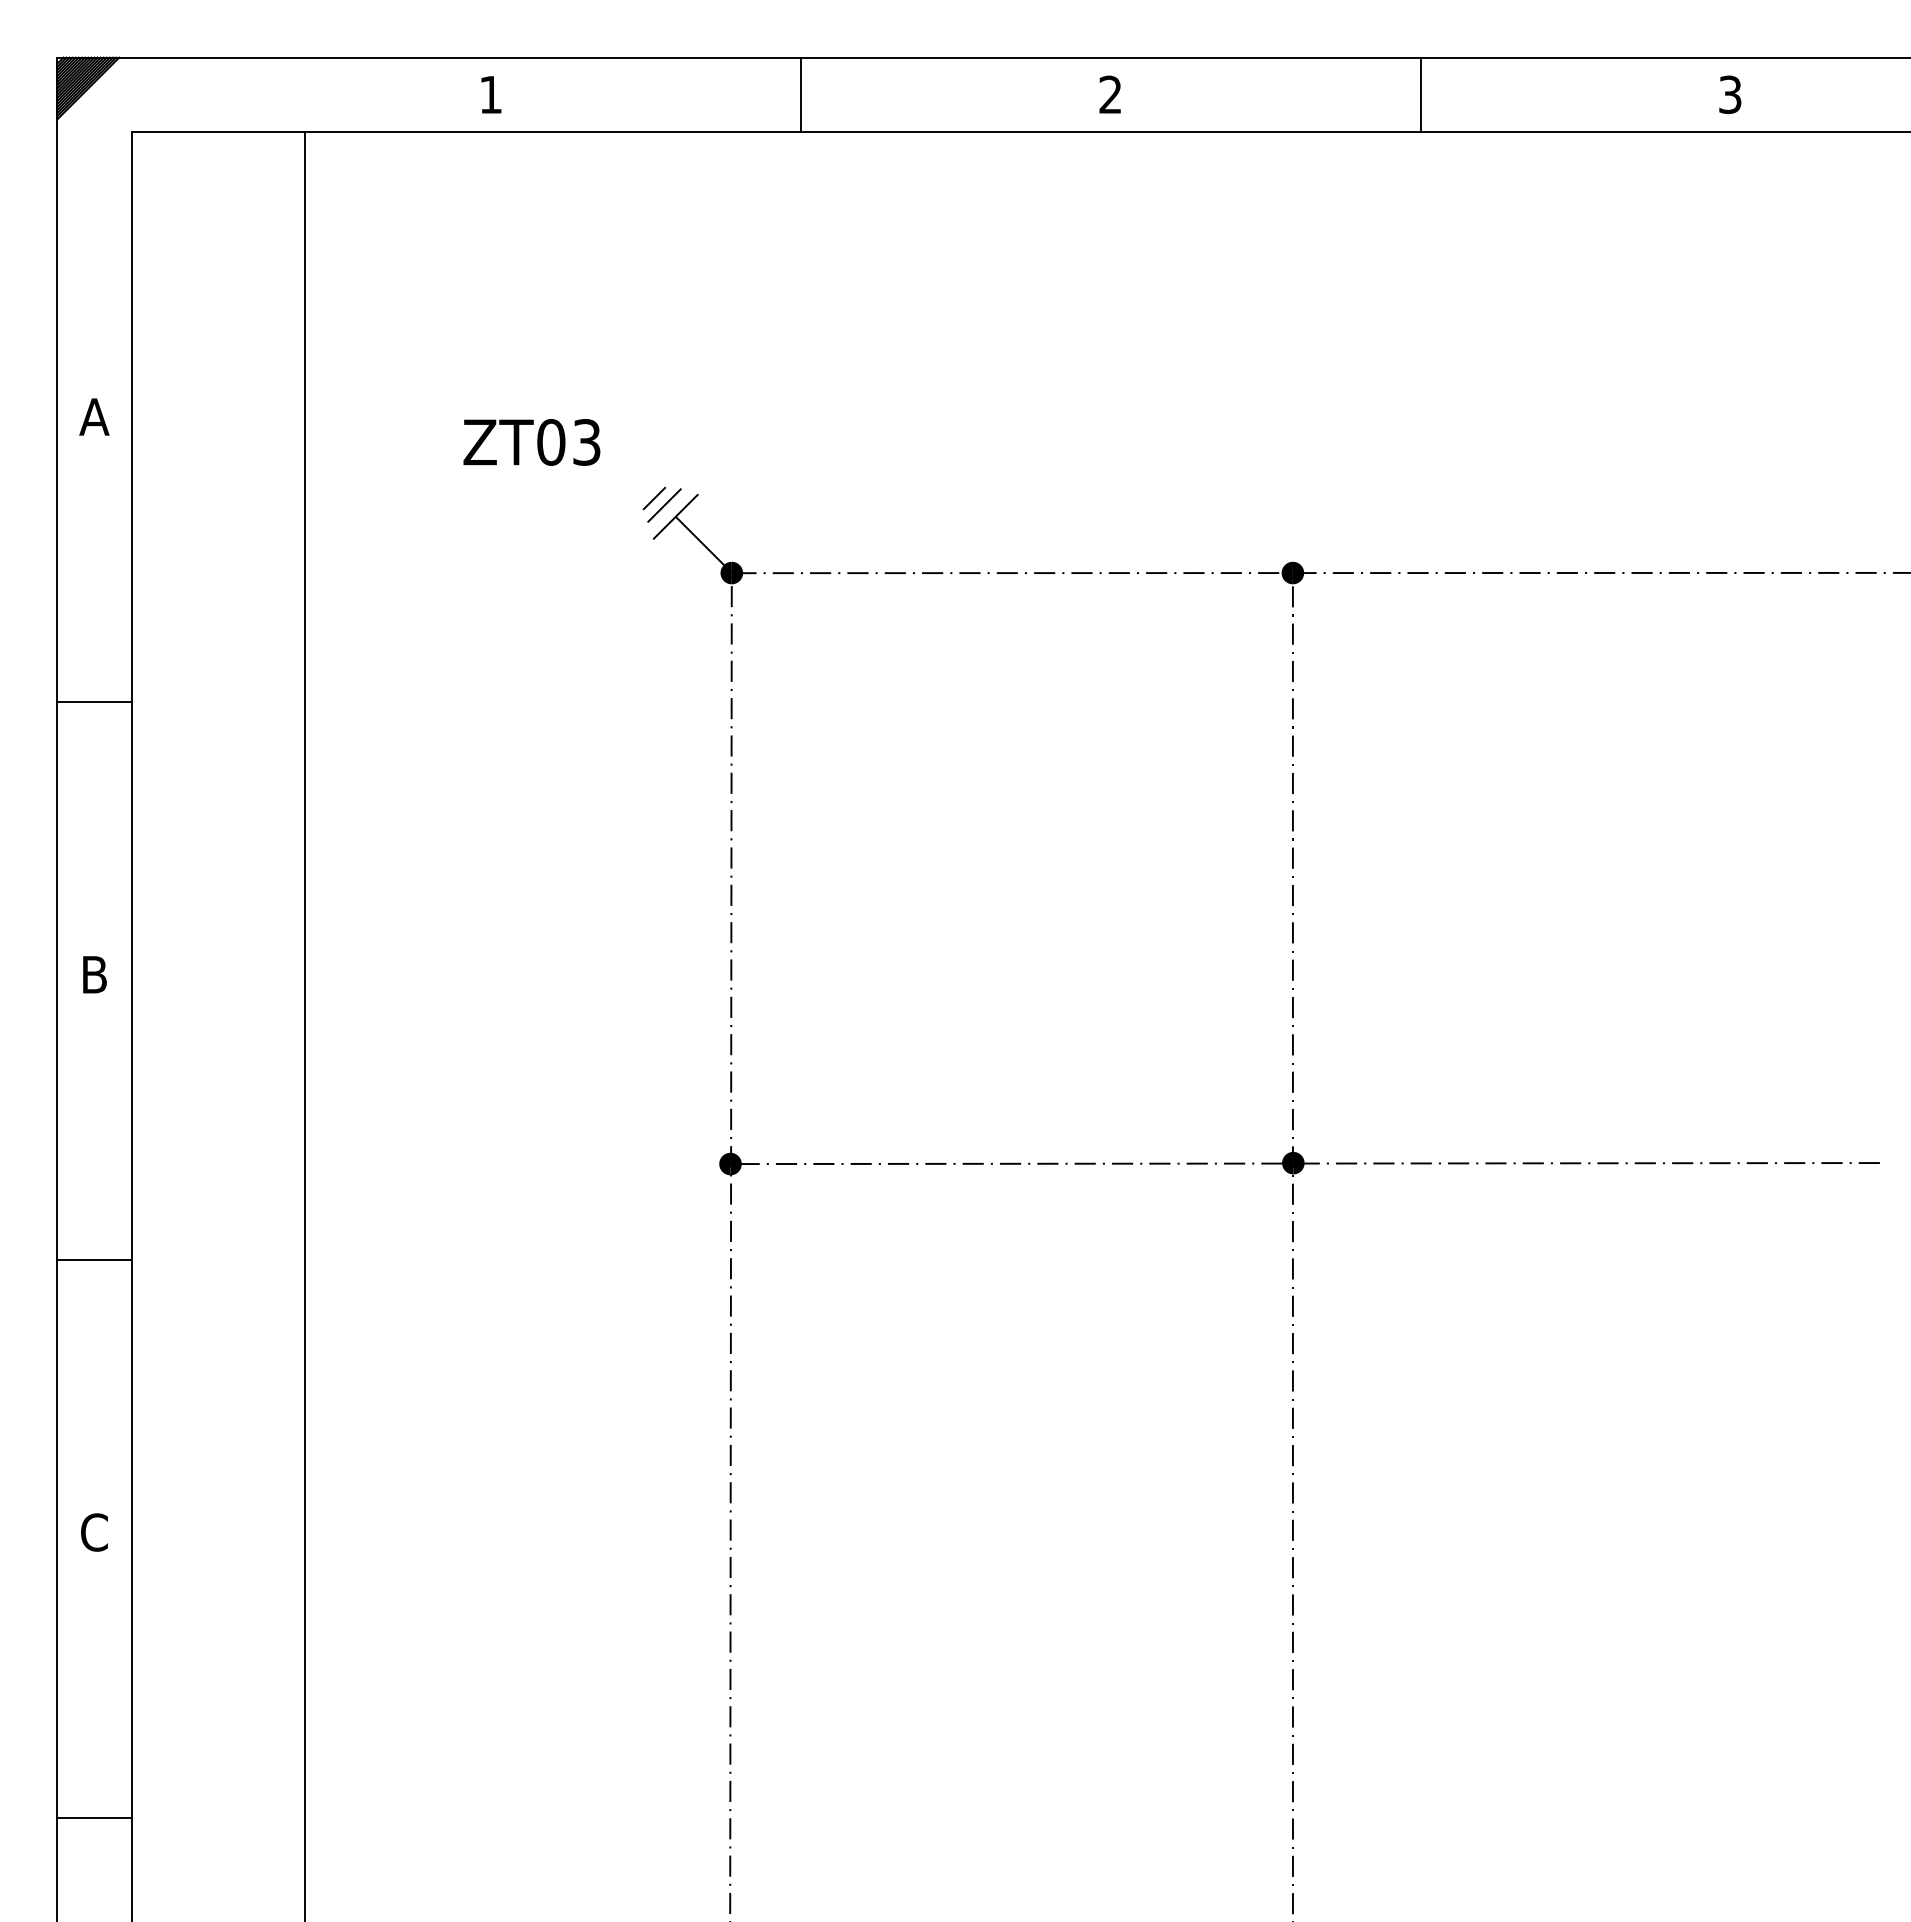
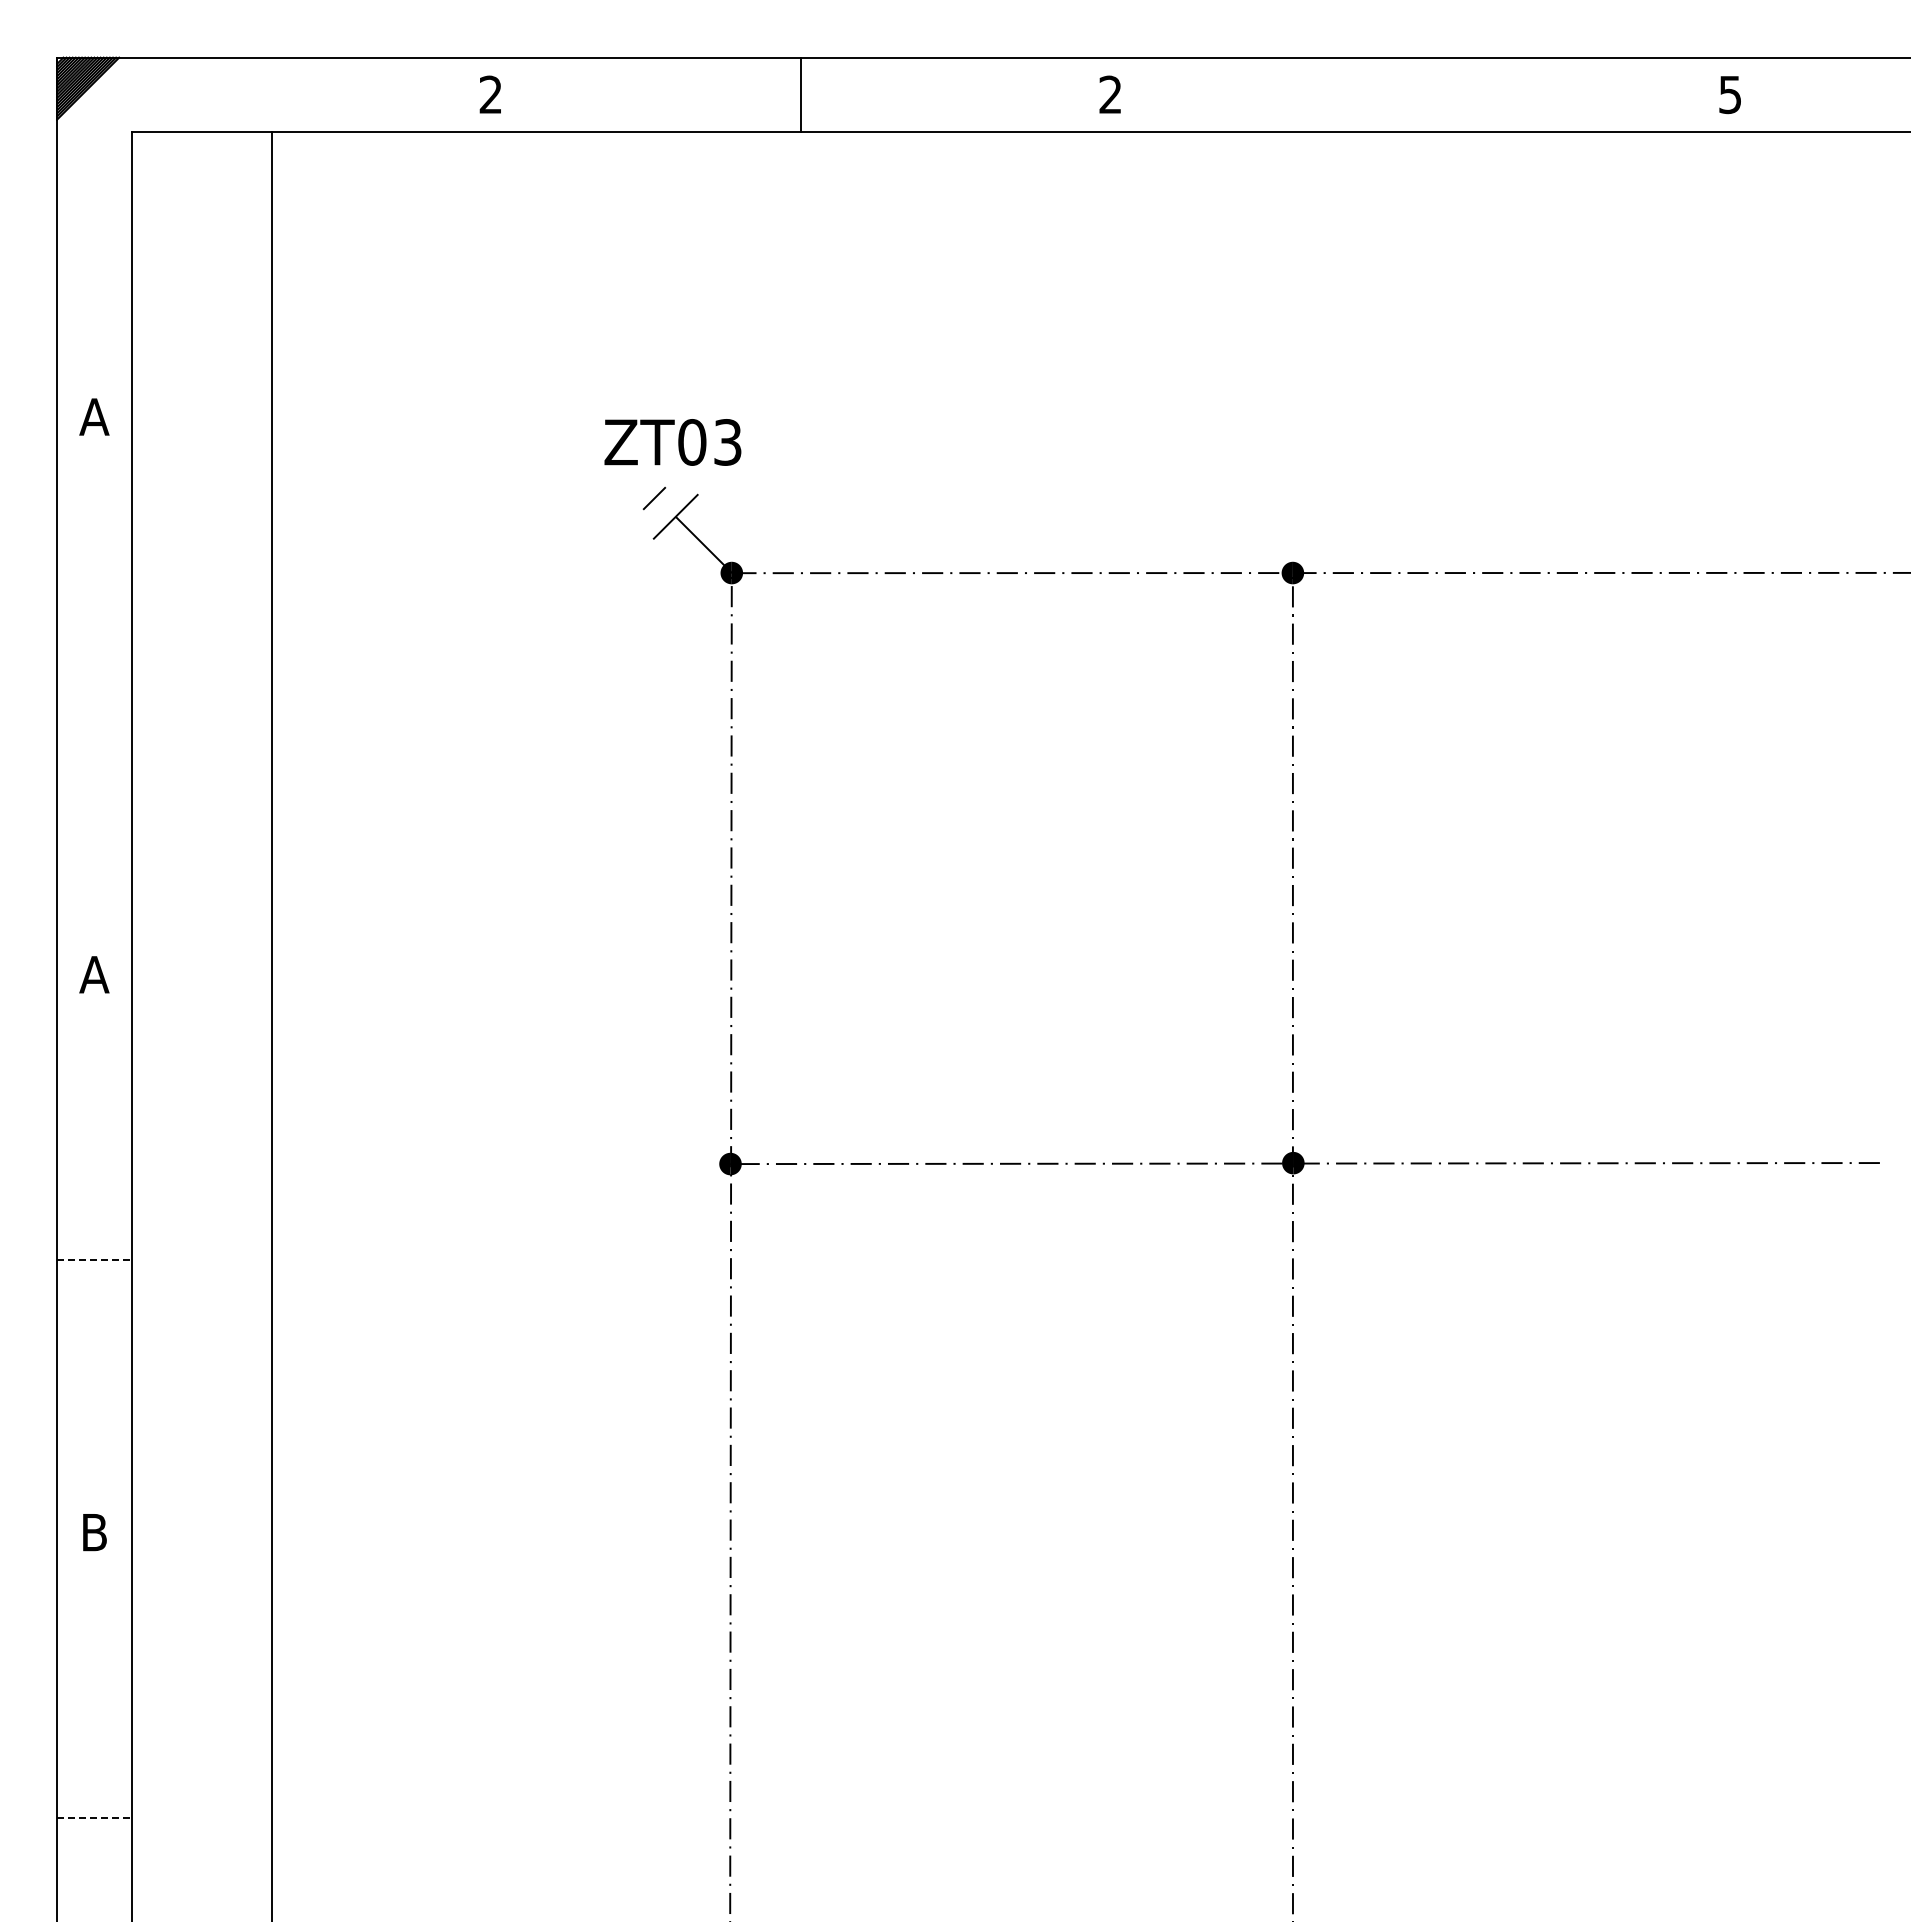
text at (490, 94): 1 -> 2
line at (1420, 94): present -> none
text at (1730, 94): 3 -> 5
text at (531, 442) position: (531, 442) -> (672, 442)
line at (664, 505): present -> none
line at (94, 702): present -> none
text at (94, 974): B -> A
line at (305, 1024) position: (305, 1024) -> (272, 1024)
line at (94, 1259): solid -> dashed
text at (94, 1532): C -> B
line at (94, 1817): solid -> dashed
